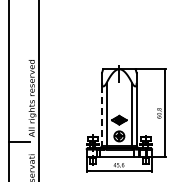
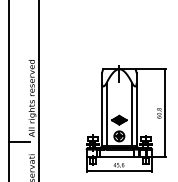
line at (102, 116): dashed -> solid
